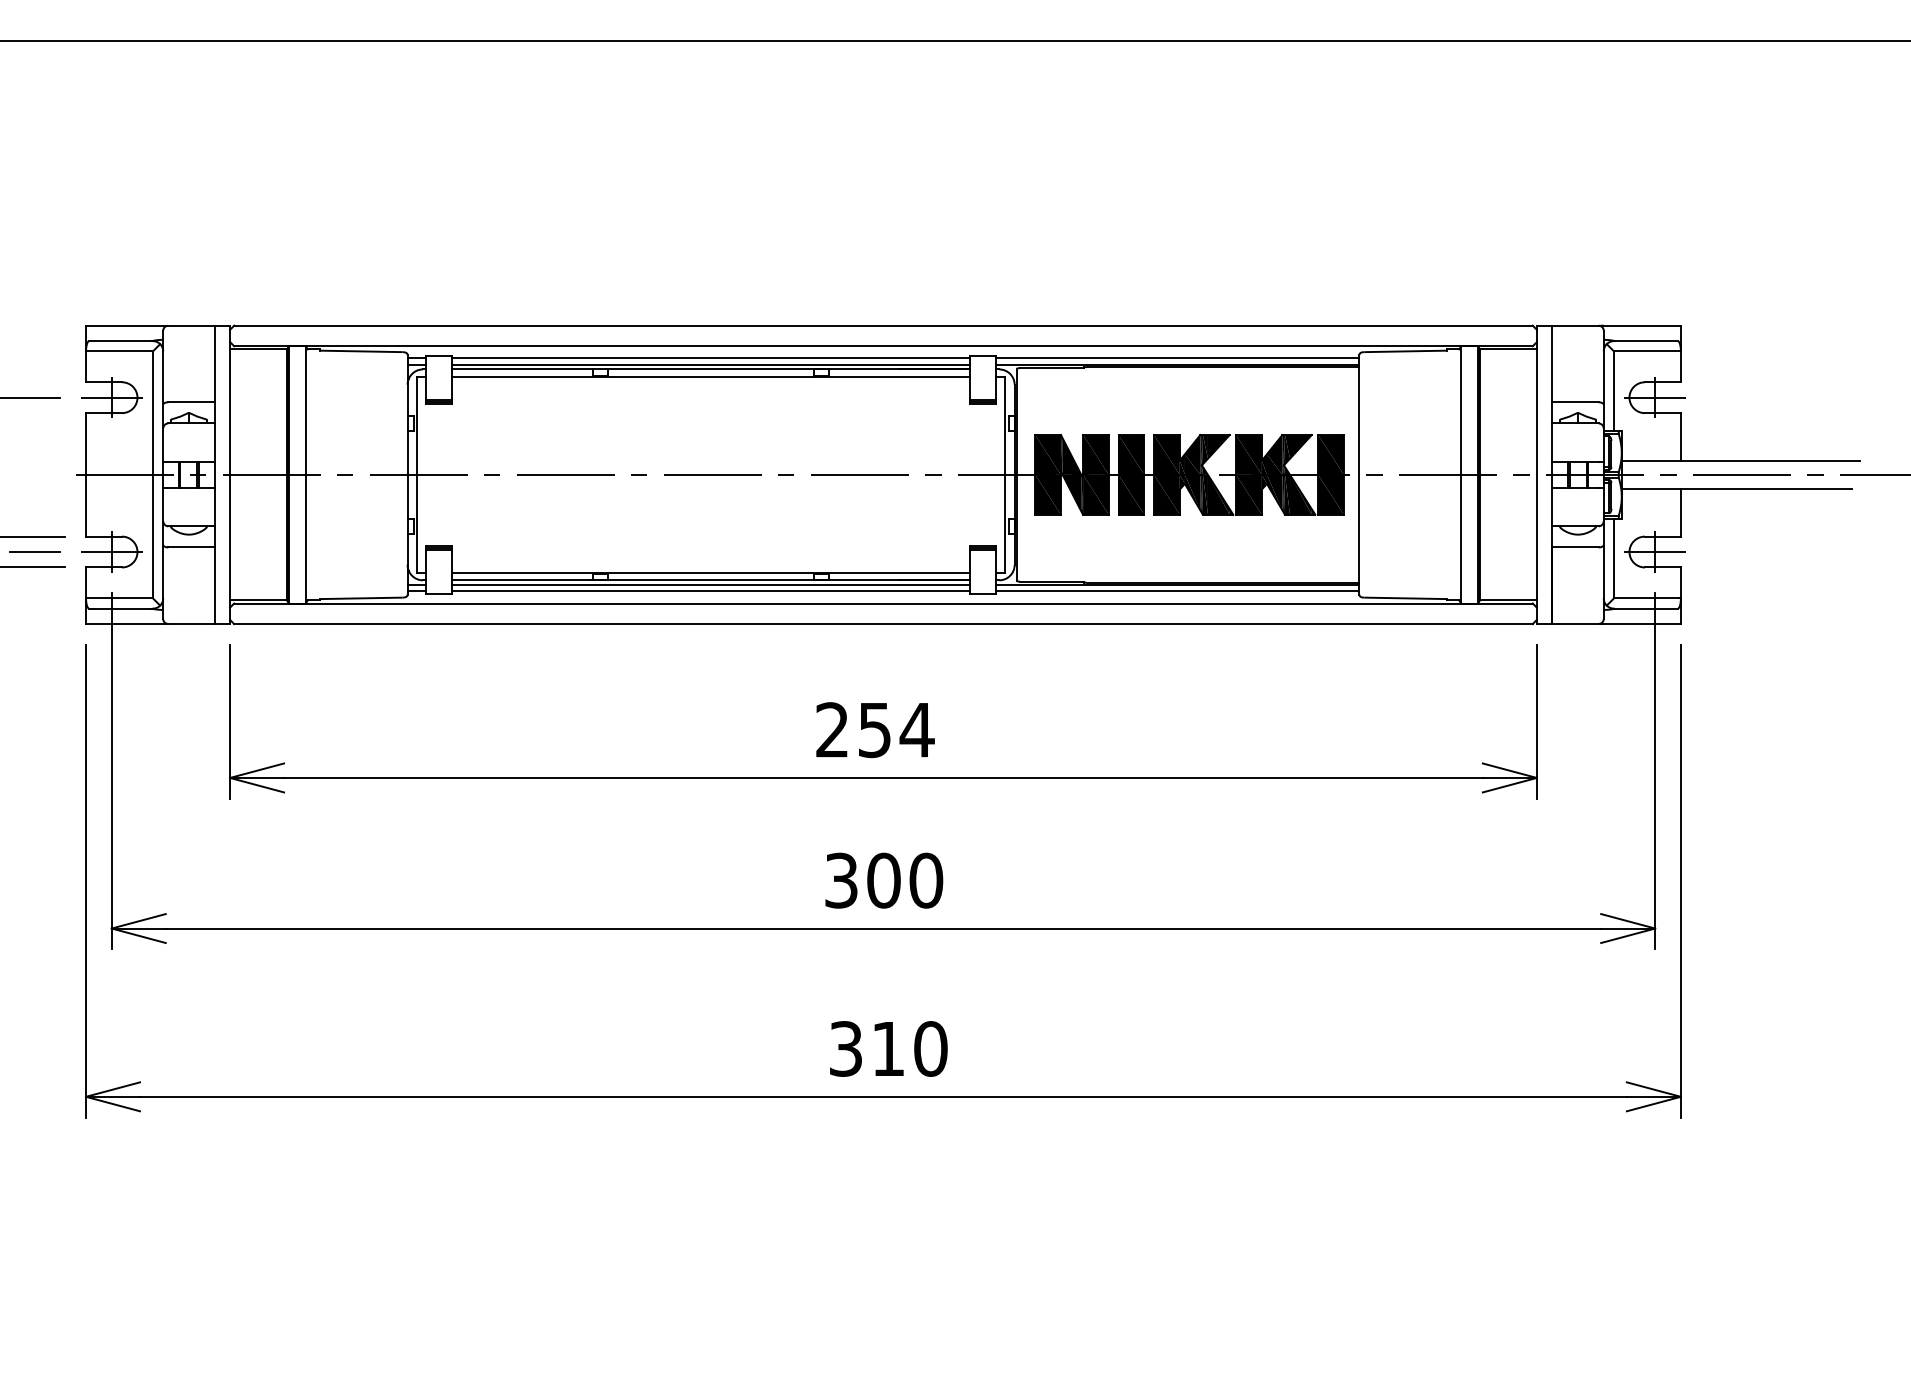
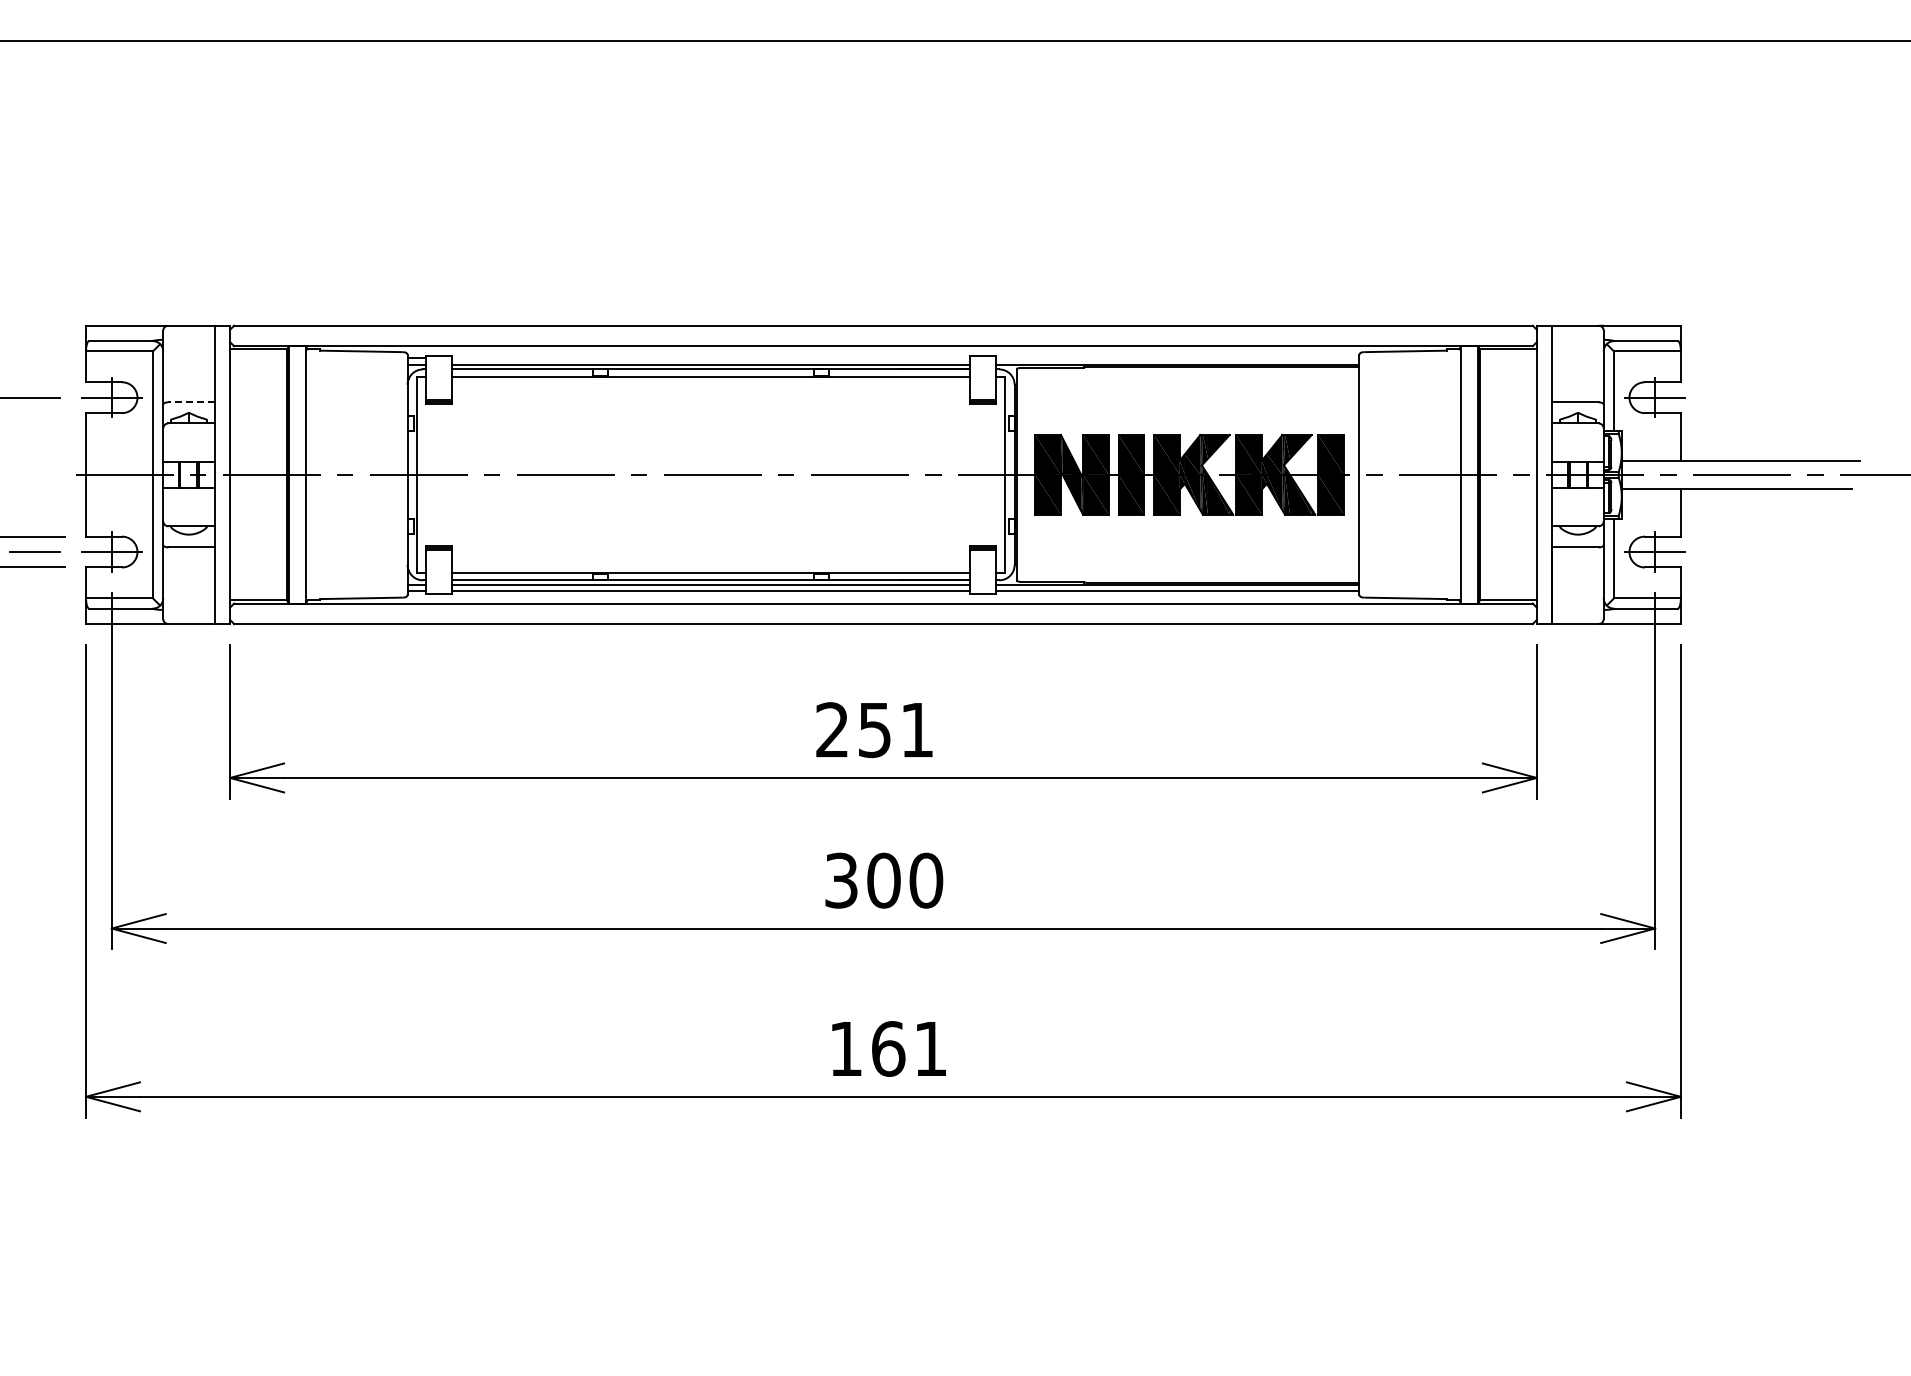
line at (710, 358): present -> none
line at (1177, 358): present -> none
line at (191, 402): solid -> dashed
text at (916, 730): 254 -> 251
text at (888, 1048): 310 -> 161
